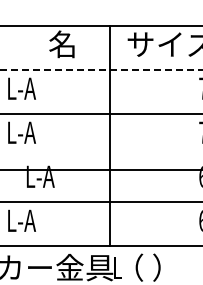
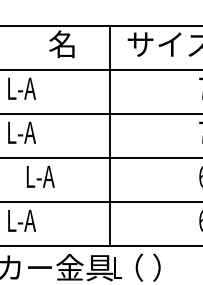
line at (101, 69): dashed -> solid
line at (100, 169) position: (100, 169) -> (100, 157)
